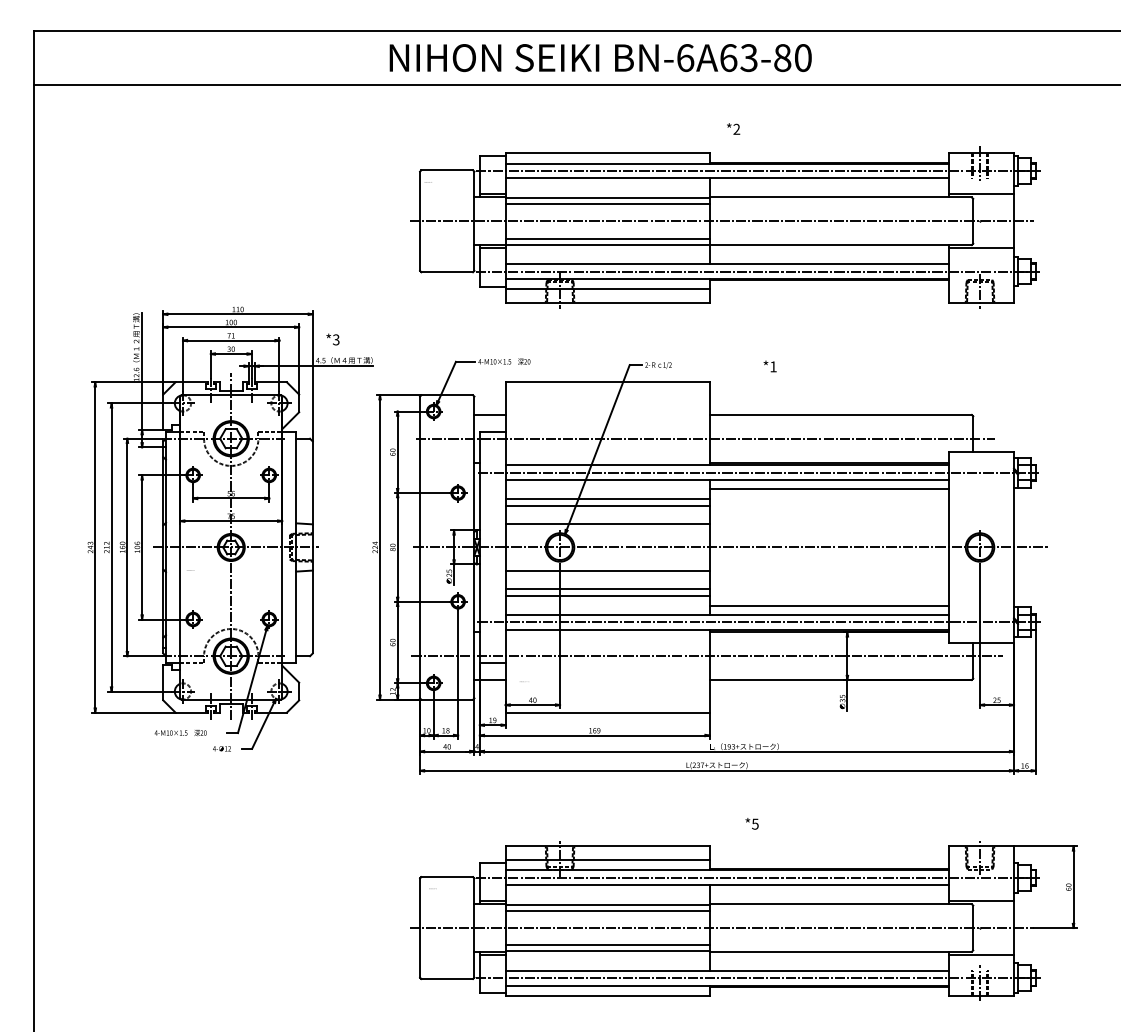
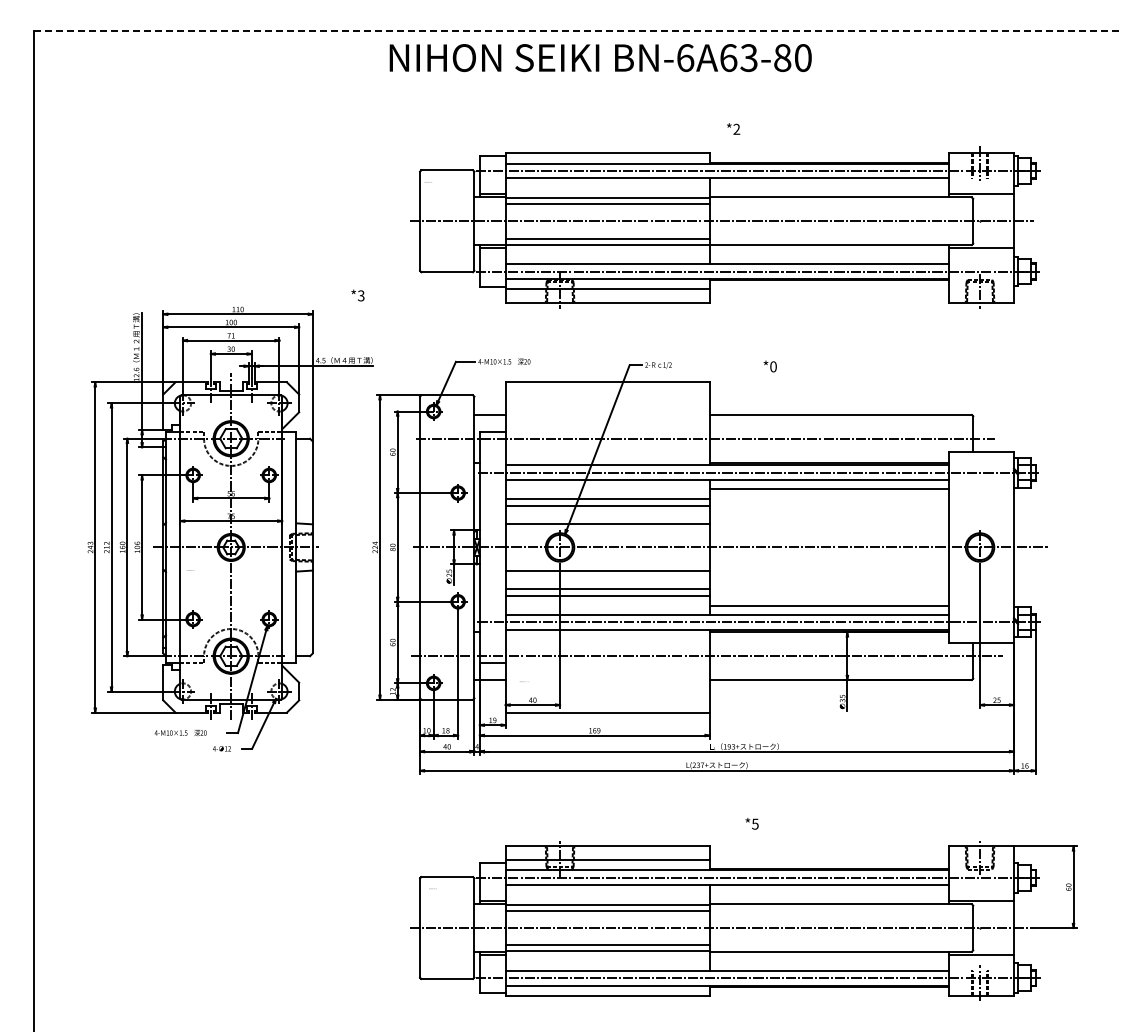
line at (577, 30): solid -> dashed
line at (575, 85): present -> none
text at (332, 339) position: (332, 339) -> (357, 295)
text at (773, 366): *1 -> *0
